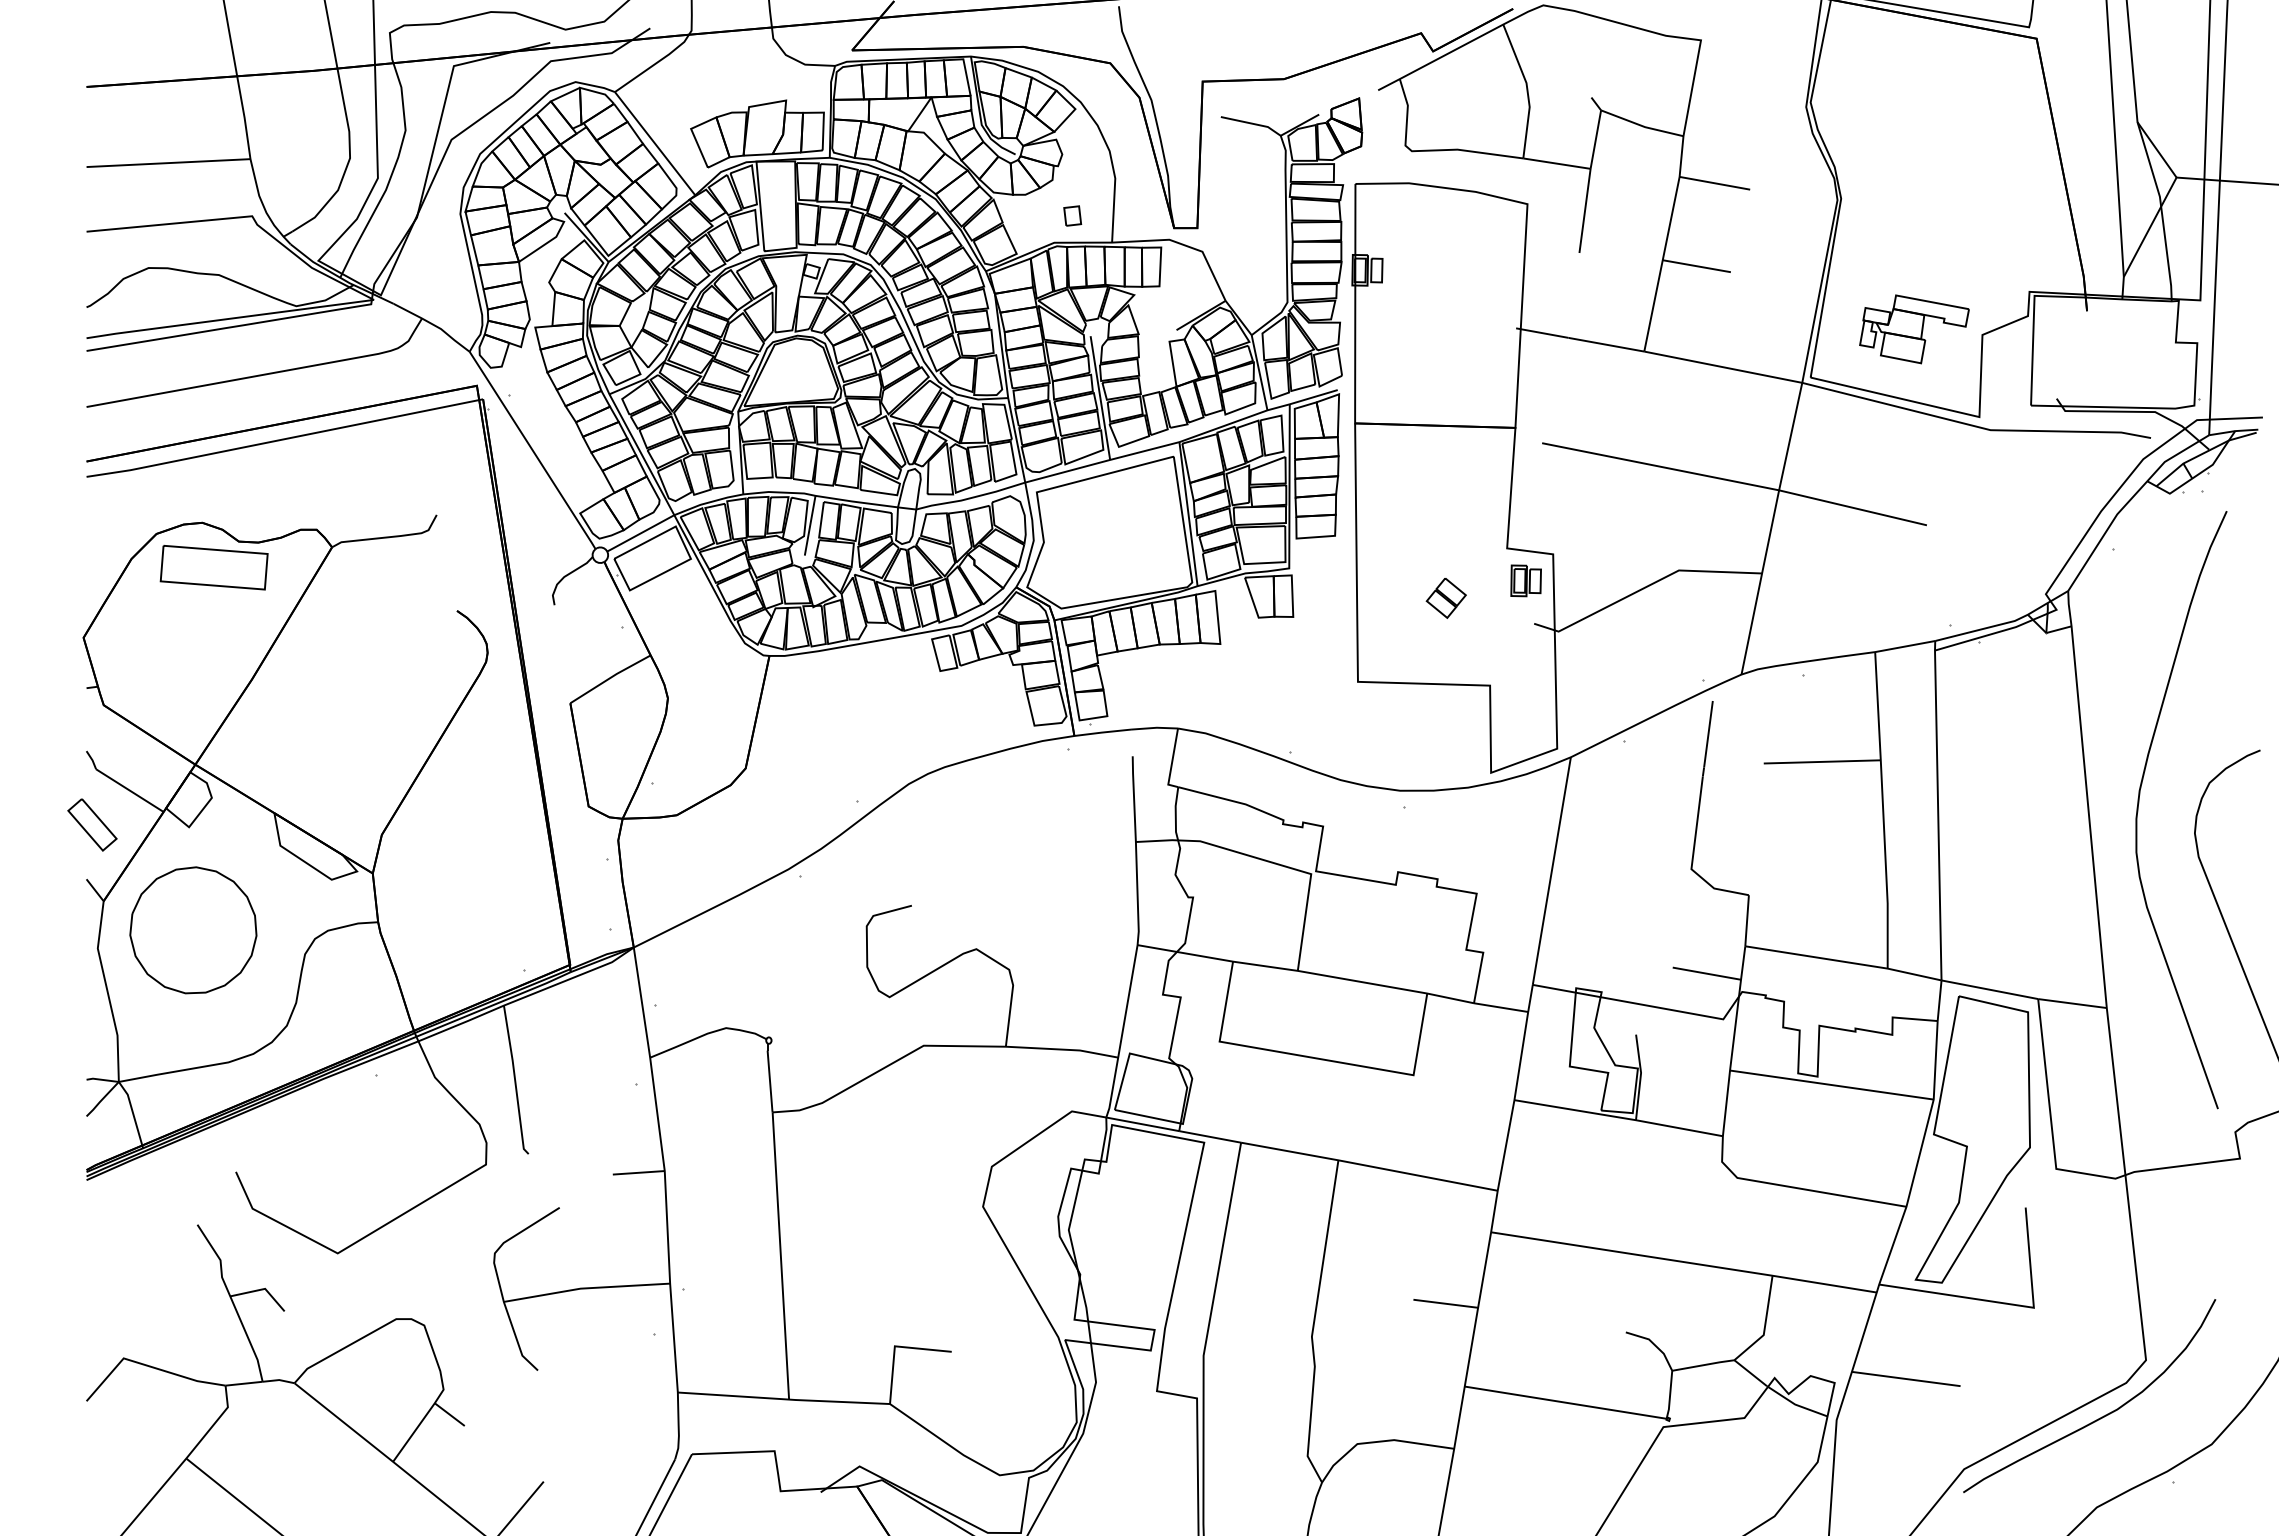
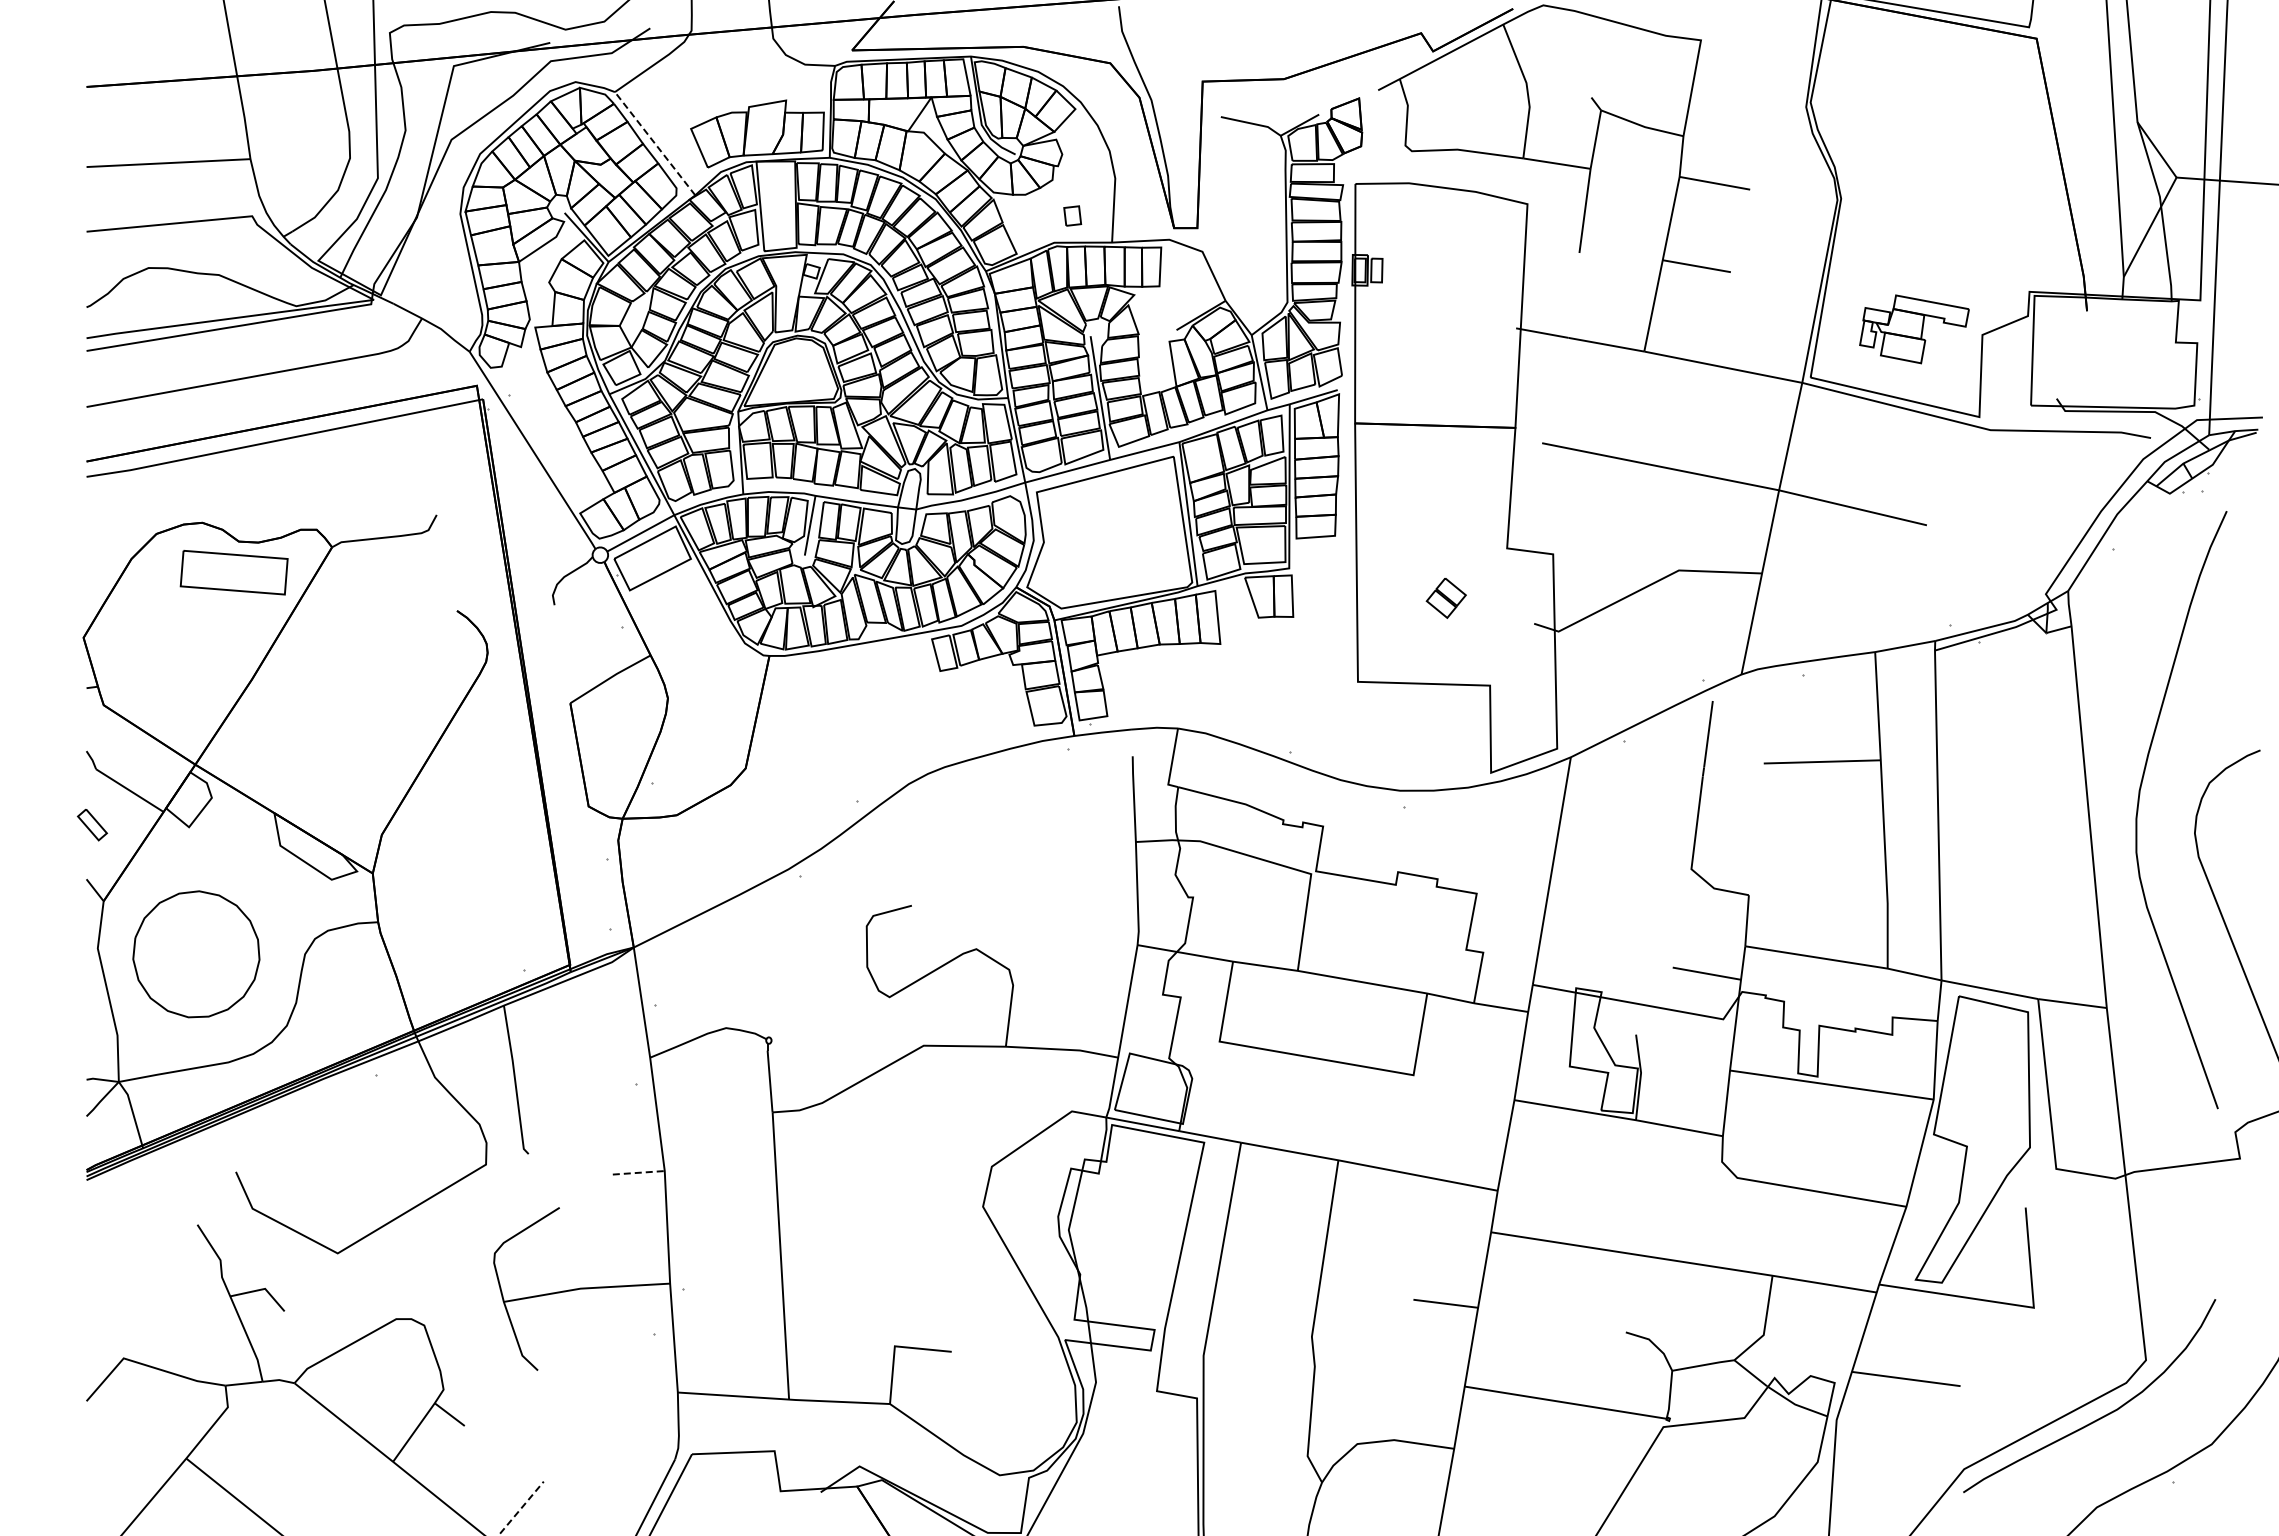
line at (654, 143): solid -> dashed
part at (213, 567) position: (213, 567) -> (233, 572)
part at (1525, 580): present -> none
part at (92, 824) size: 51x54 px -> 31x33 px
part at (193, 930) position: (193, 930) -> (196, 954)
line at (639, 1172): solid -> dashed
line at (521, 1508): solid -> dashed
